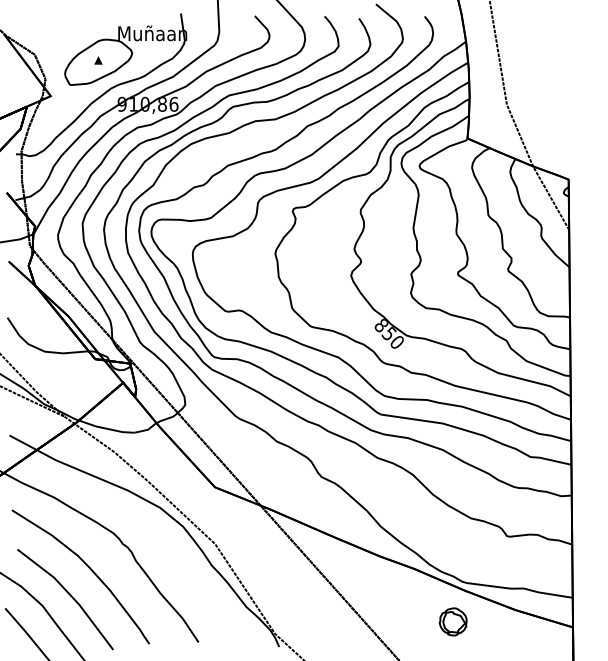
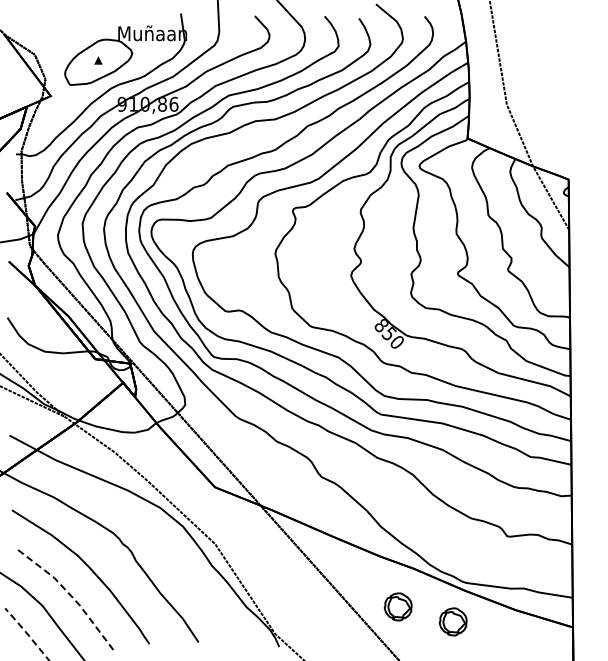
line at (70, 594): solid -> dashed
part at (397, 606): none -> present
line at (27, 633): solid -> dashed
